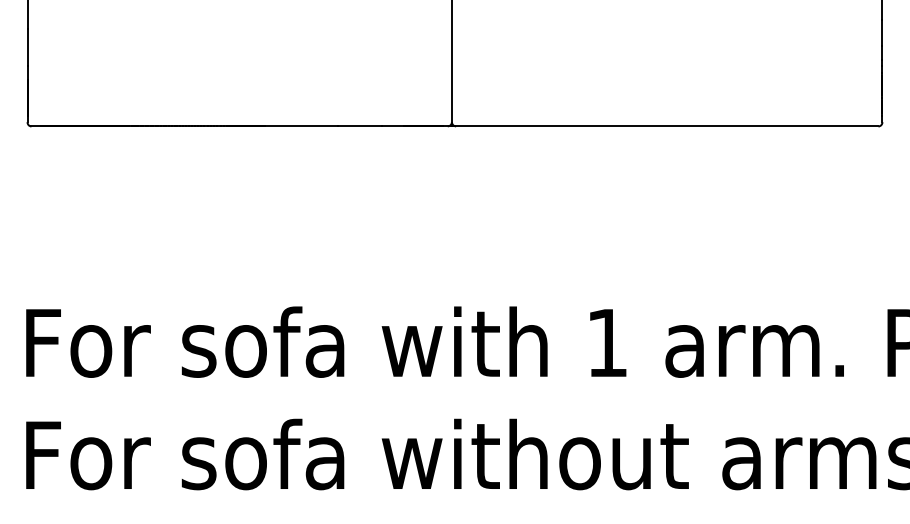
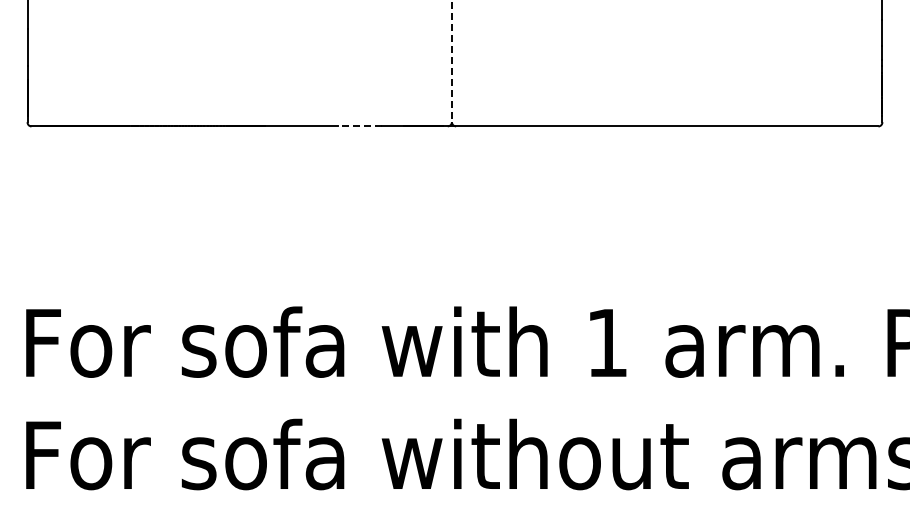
line at (451, 63): solid -> dashed
line at (359, 126): solid -> dashed
